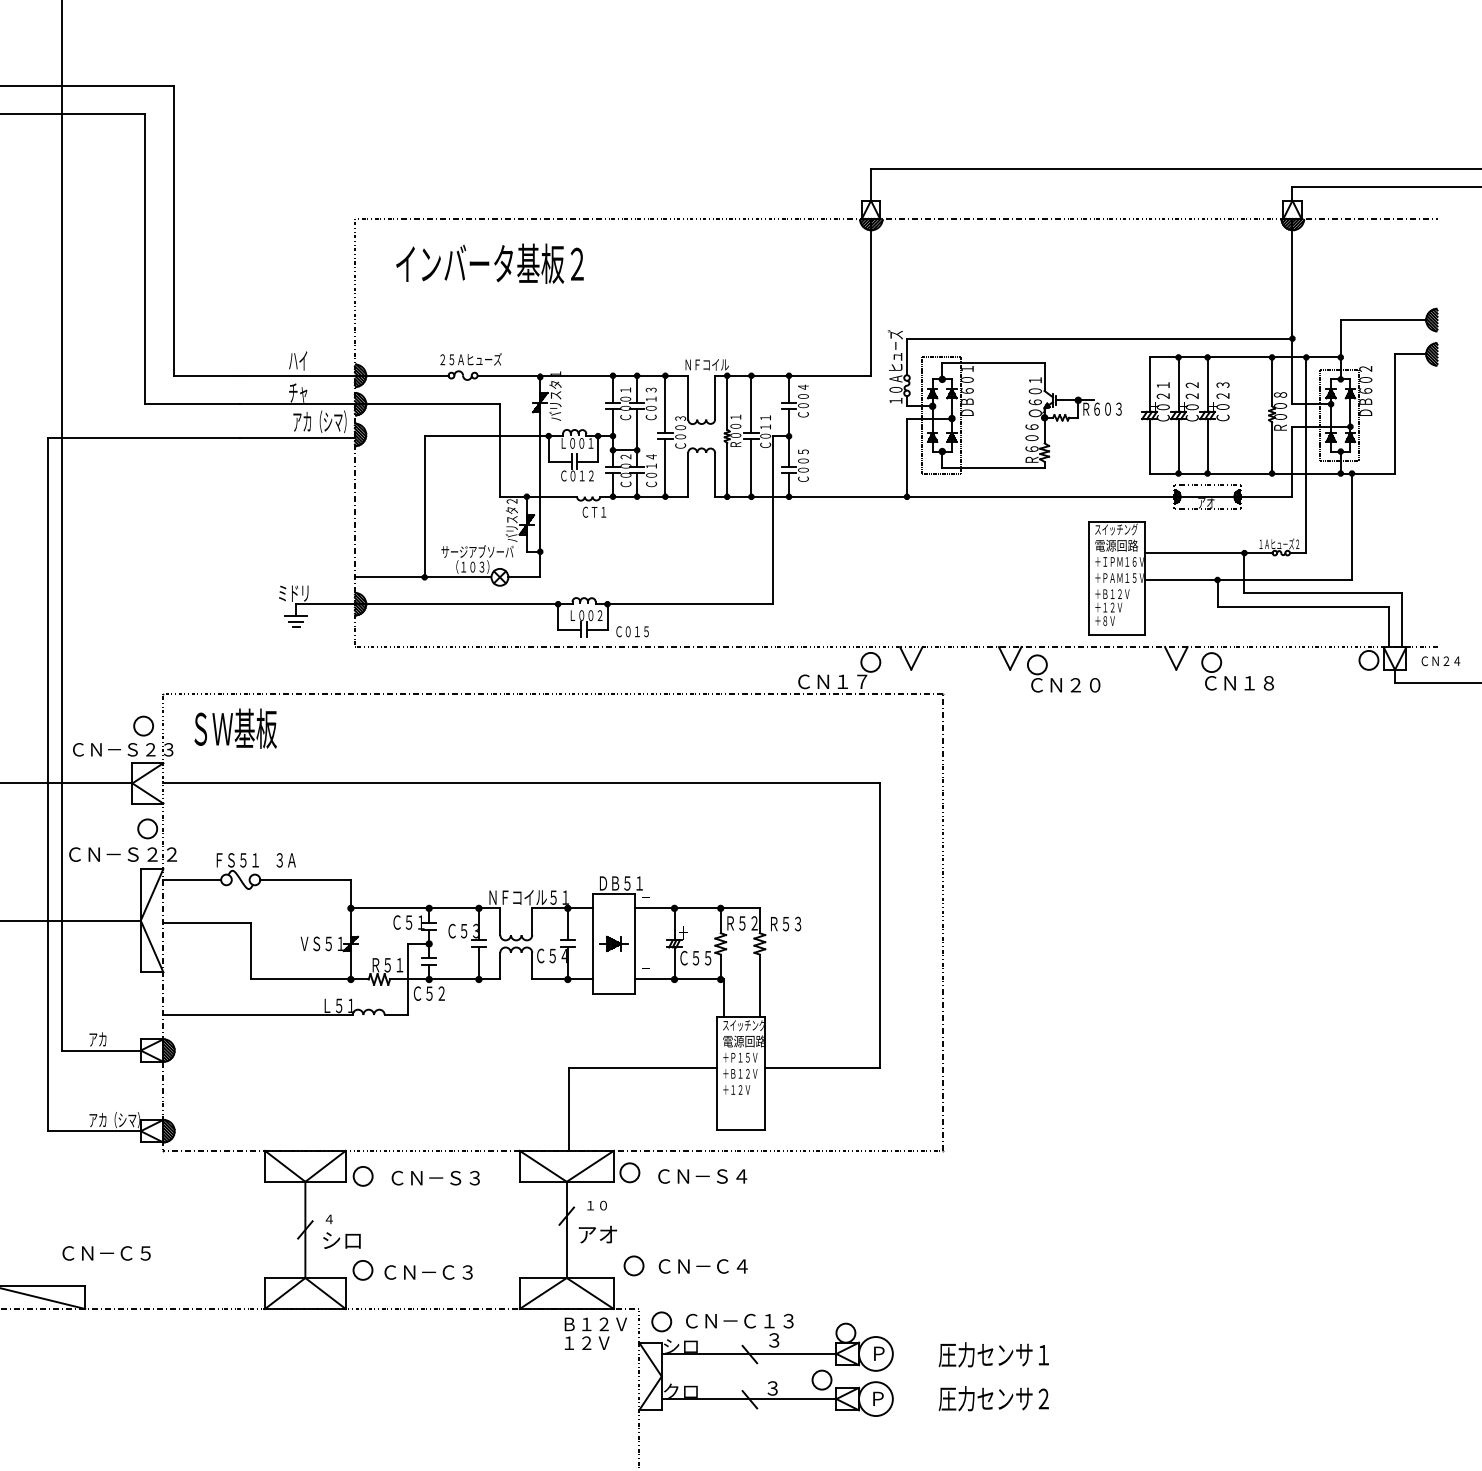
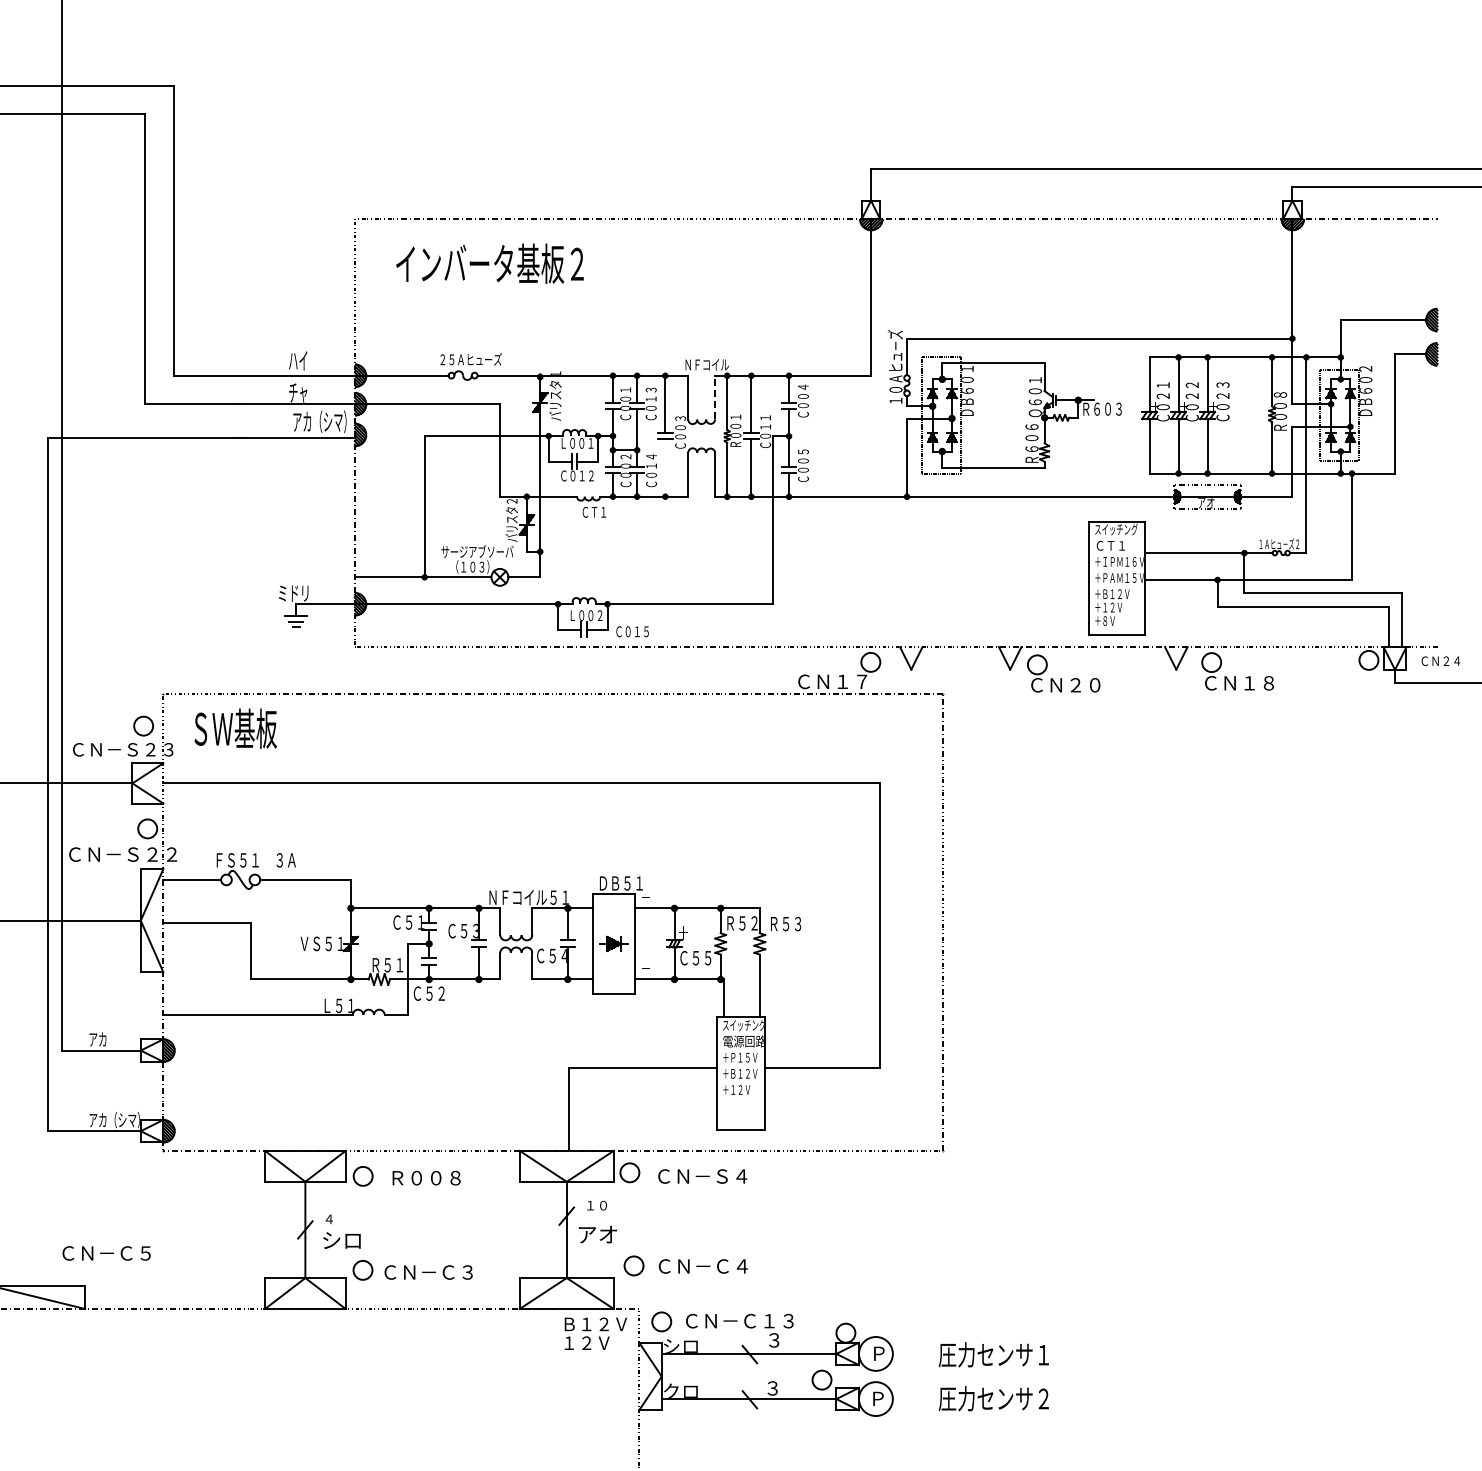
line at (715, 397): solid -> dashed
line at (665, 467): present -> none
text at (1116, 545): 電源回路 -> ＣＴ１
text at (435, 1177): ＣＮ－Ｓ３ -> Ｒ００８
